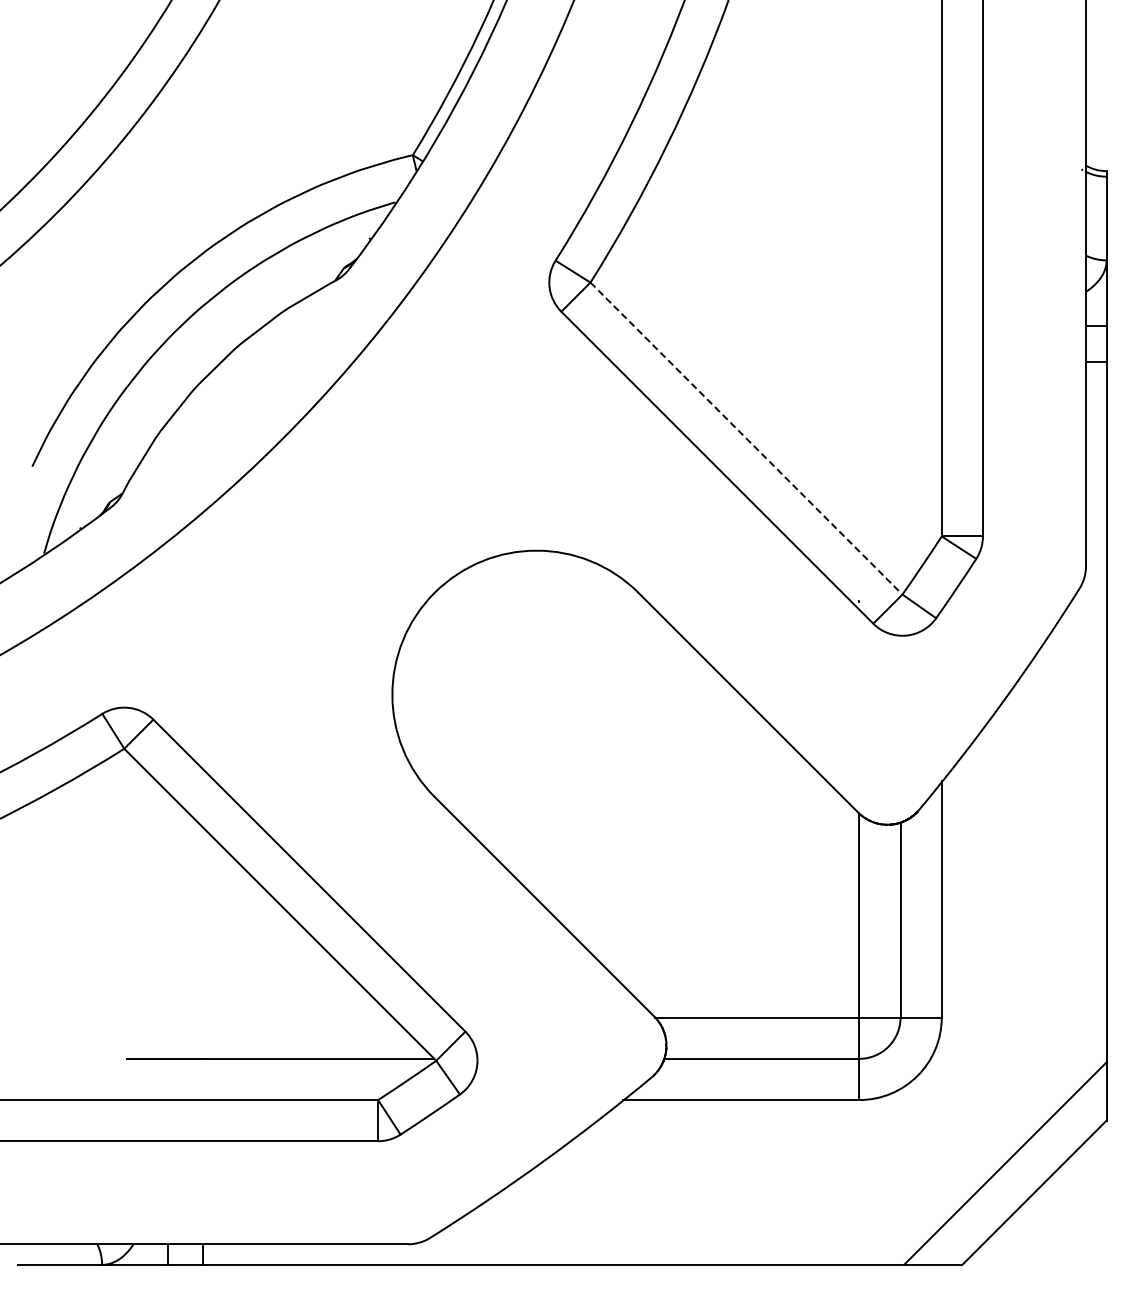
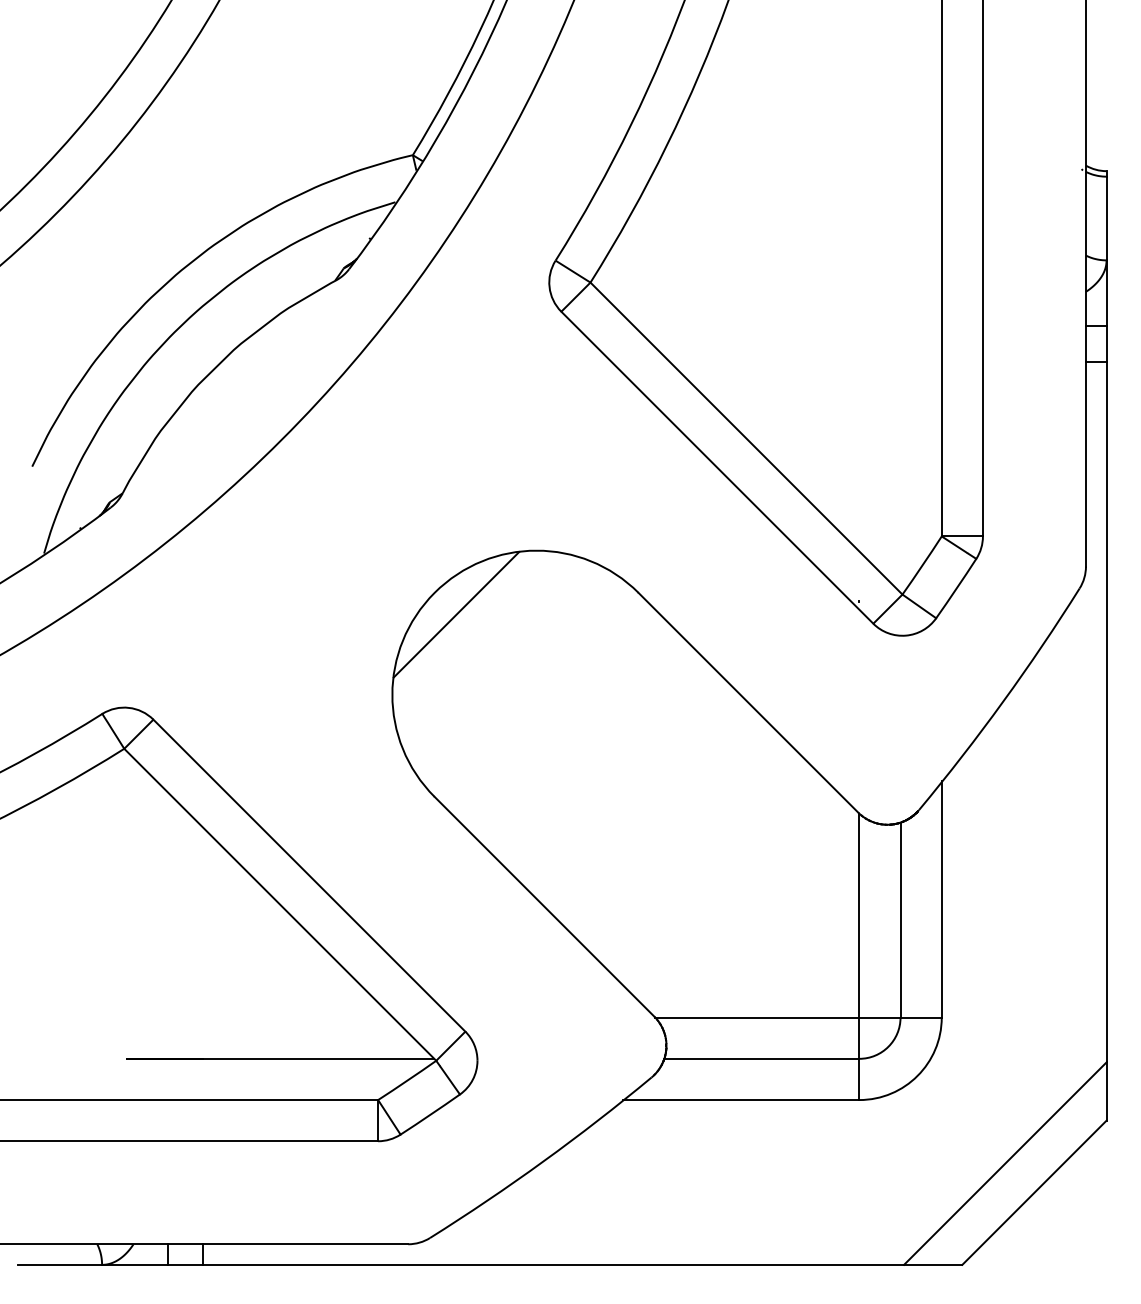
line at (746, 438): dashed -> solid
line at (456, 614): none -> present
